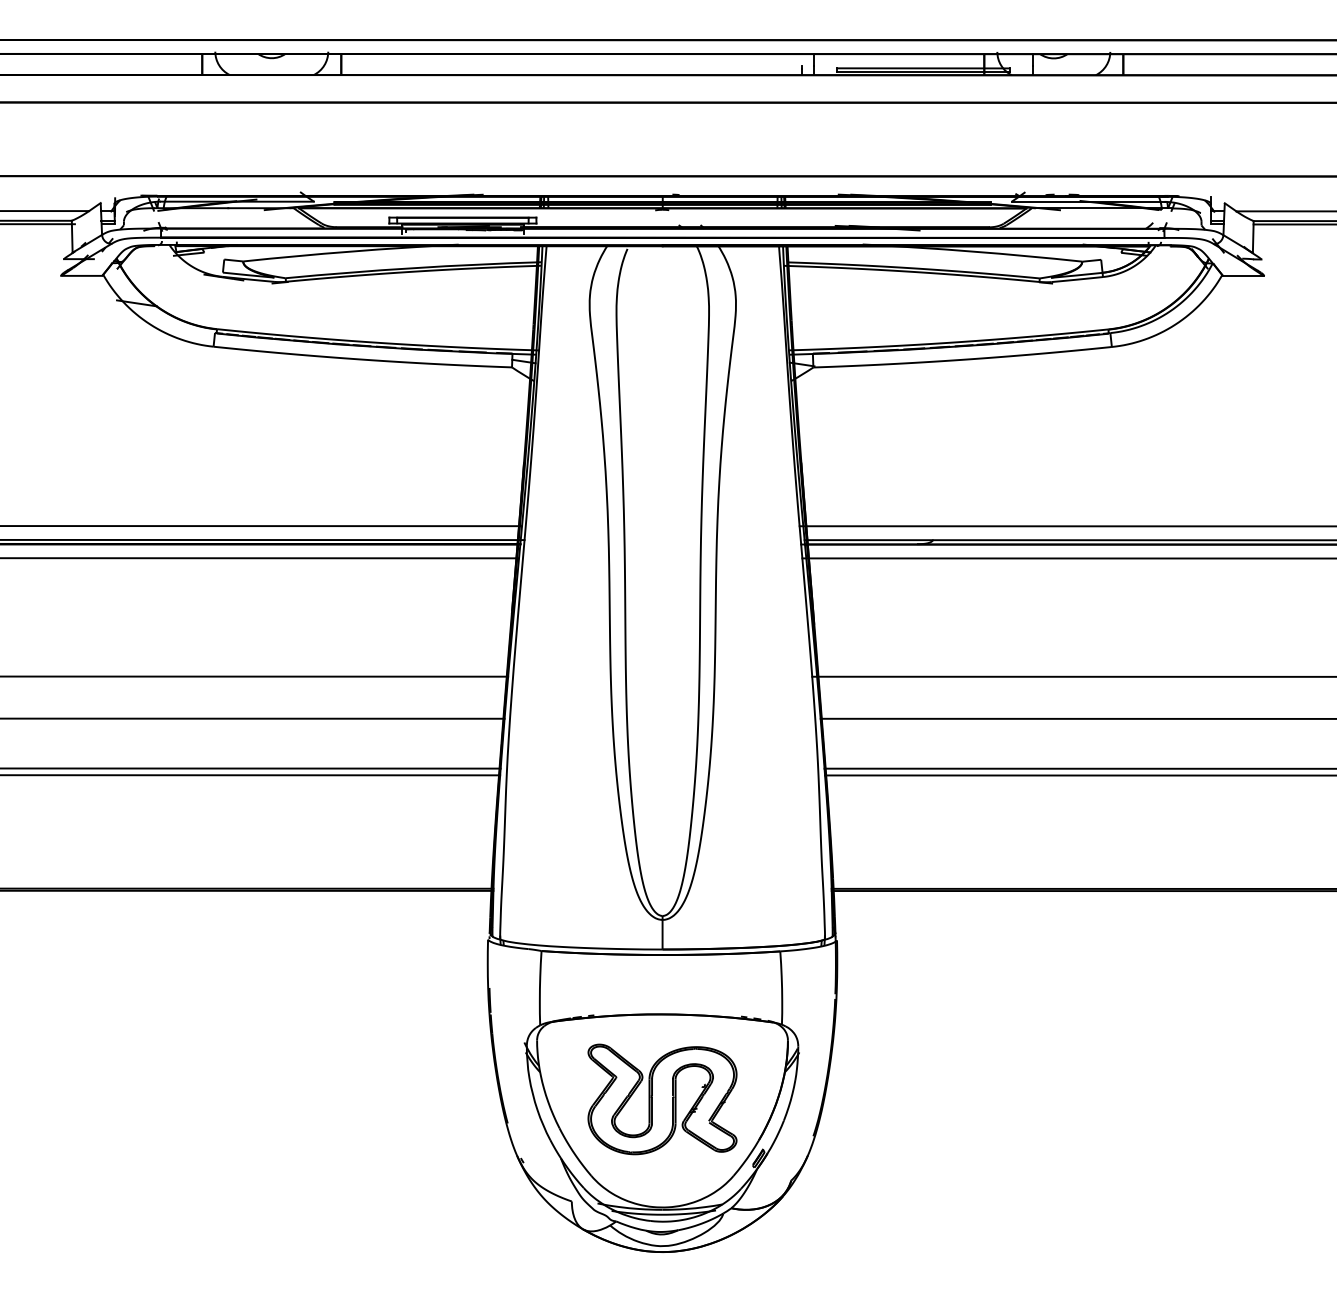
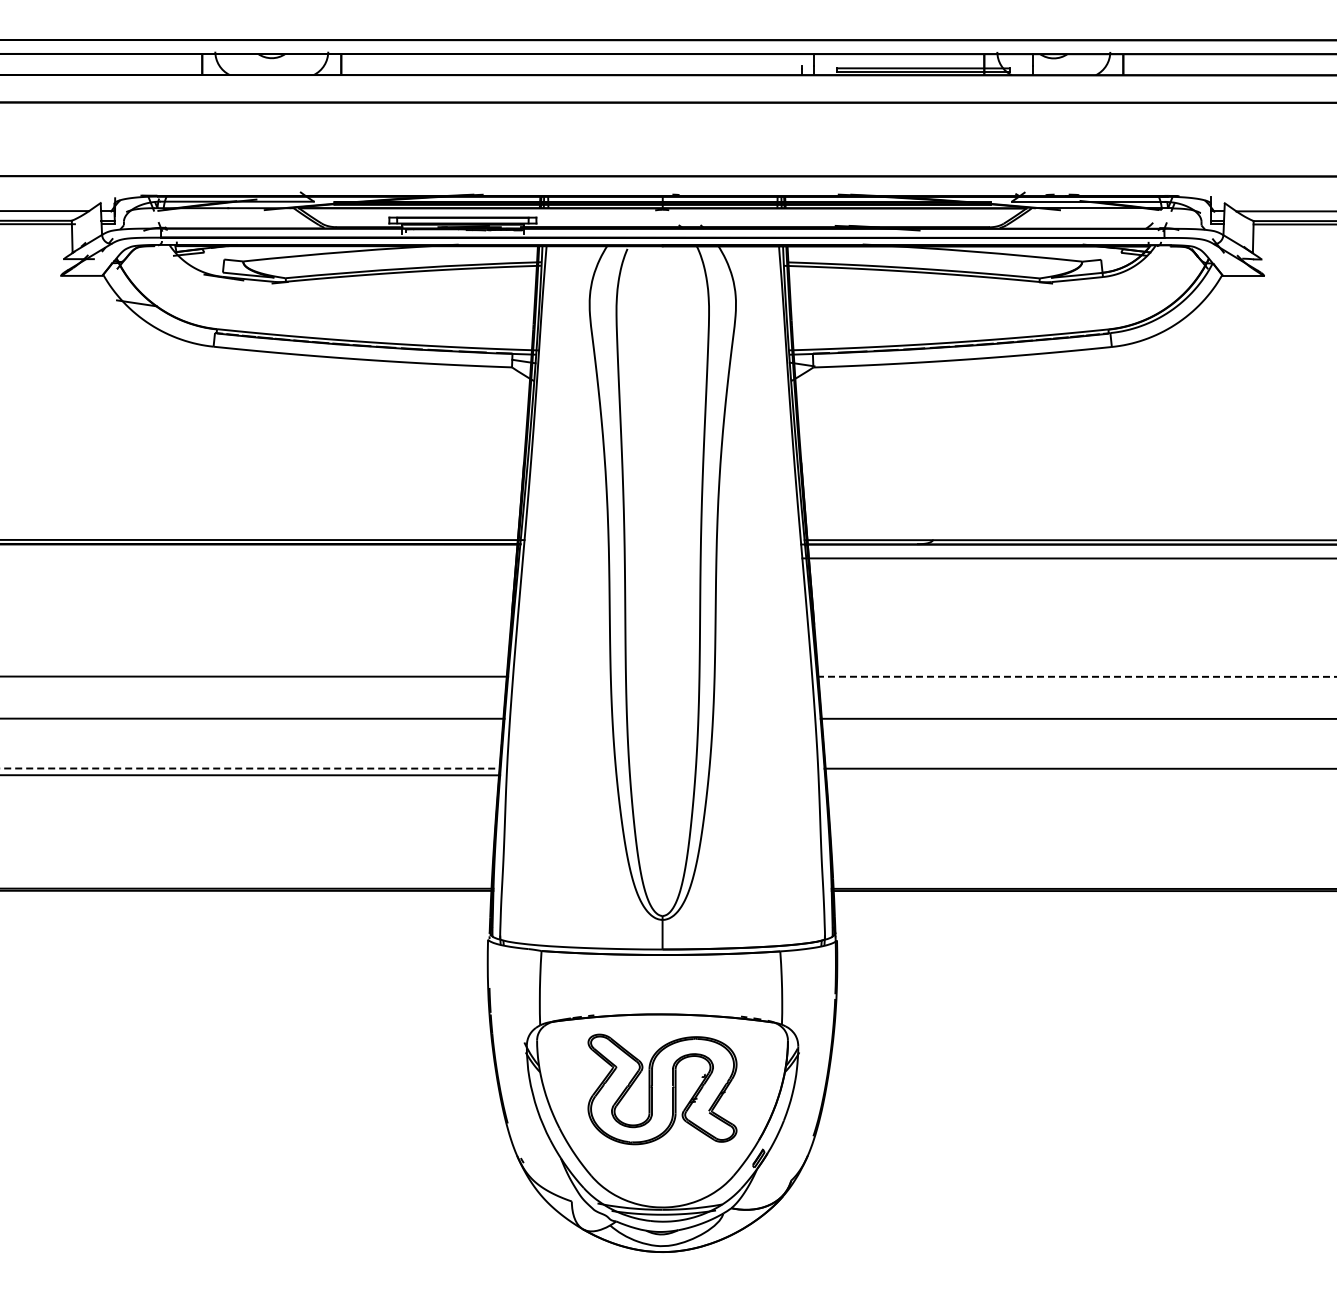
line at (262, 526): present -> none
line at (1066, 526): present -> none
line at (260, 558): present -> none
line at (1074, 676): solid -> dashed
line at (250, 768): solid -> dashed
line at (1079, 775): present -> none
part at (662, 1099) position: (662, 1099) -> (662, 1089)
